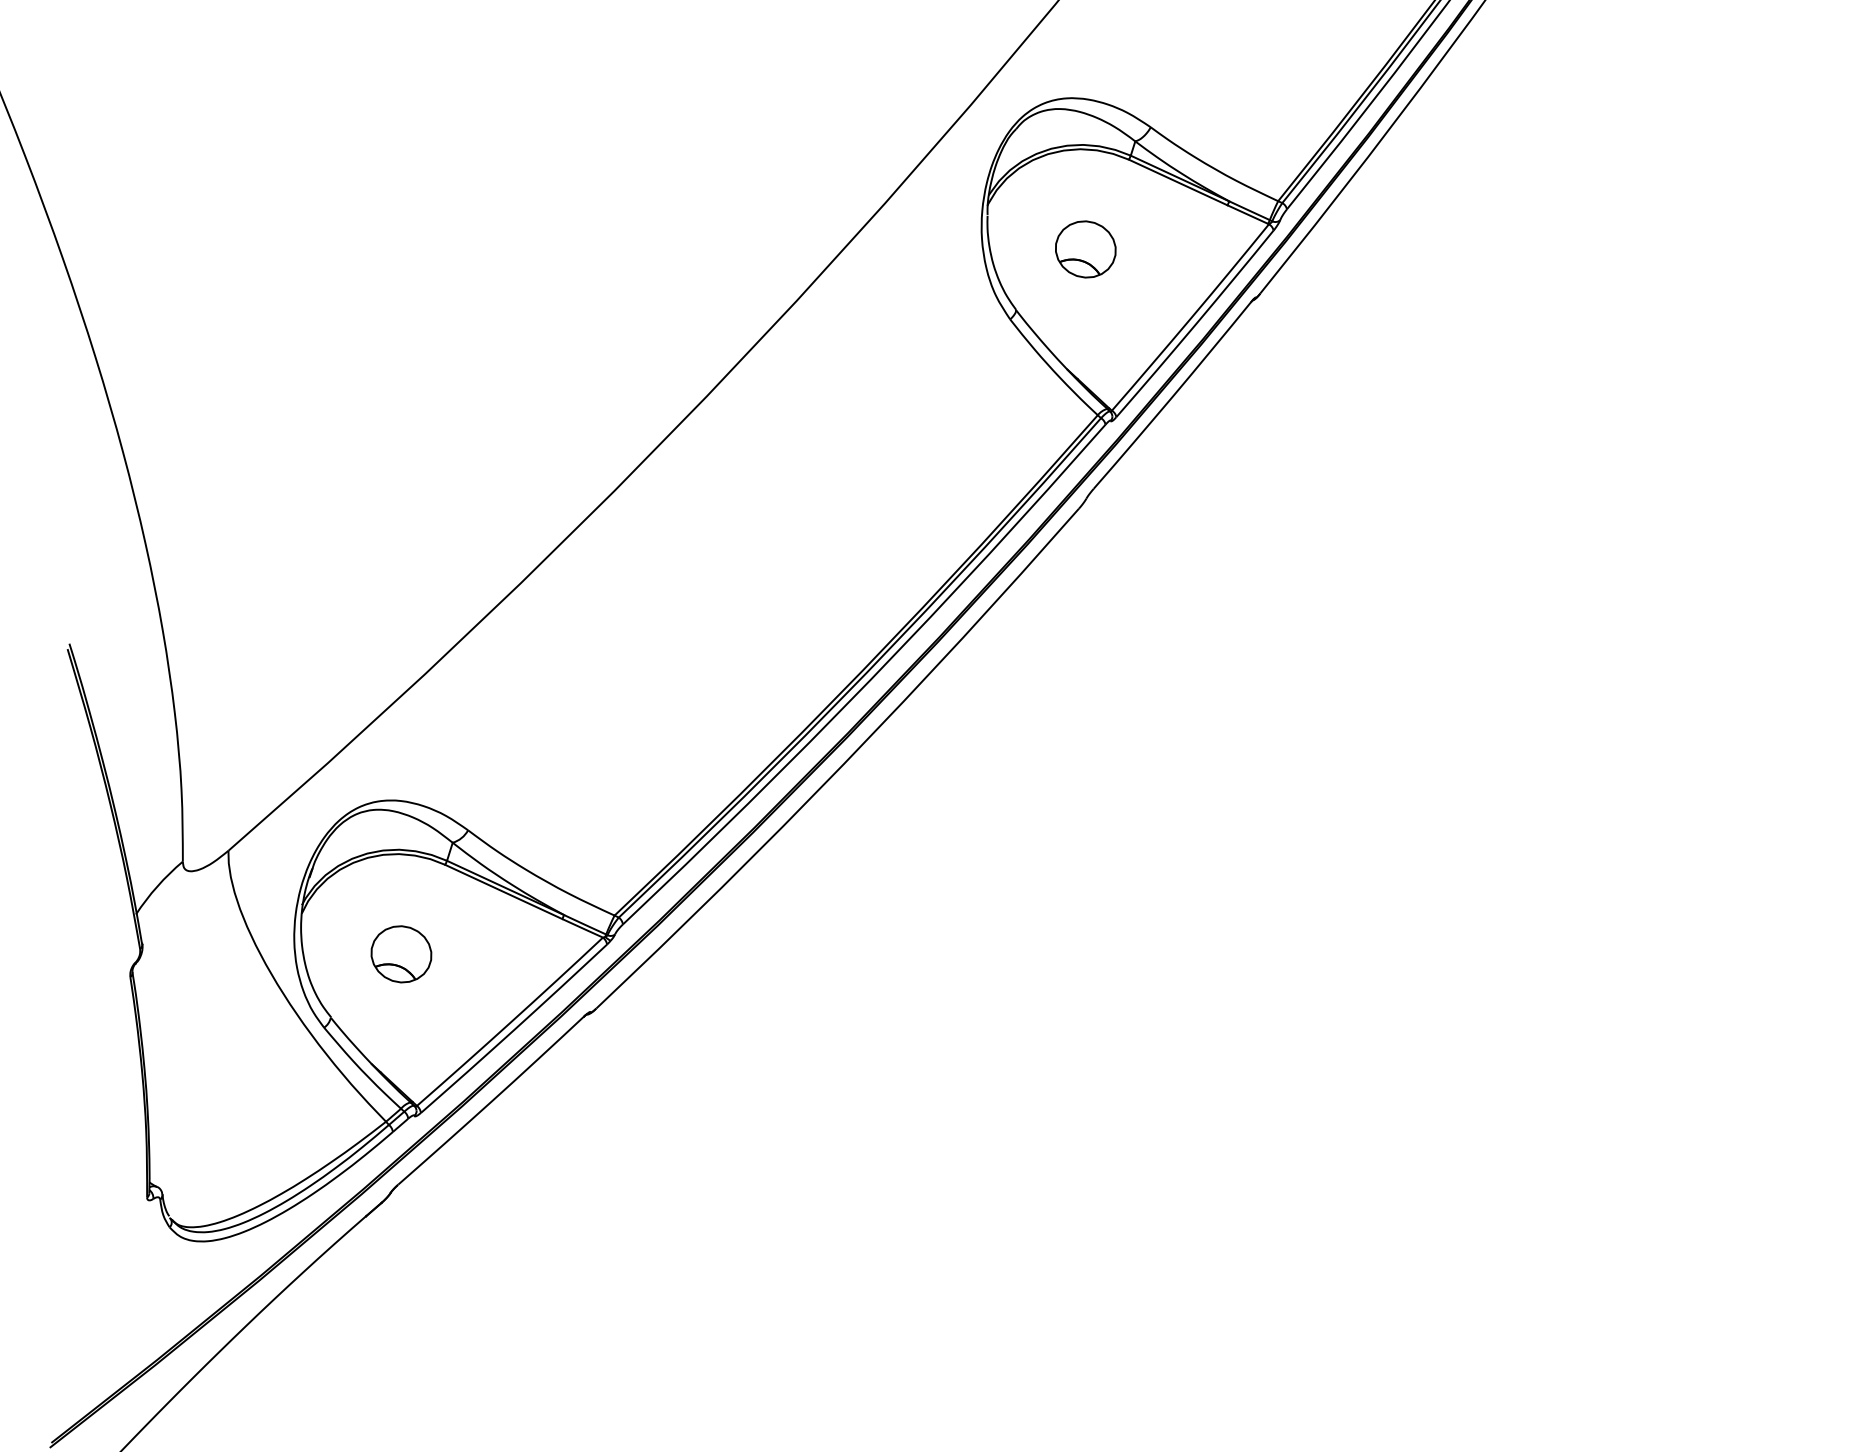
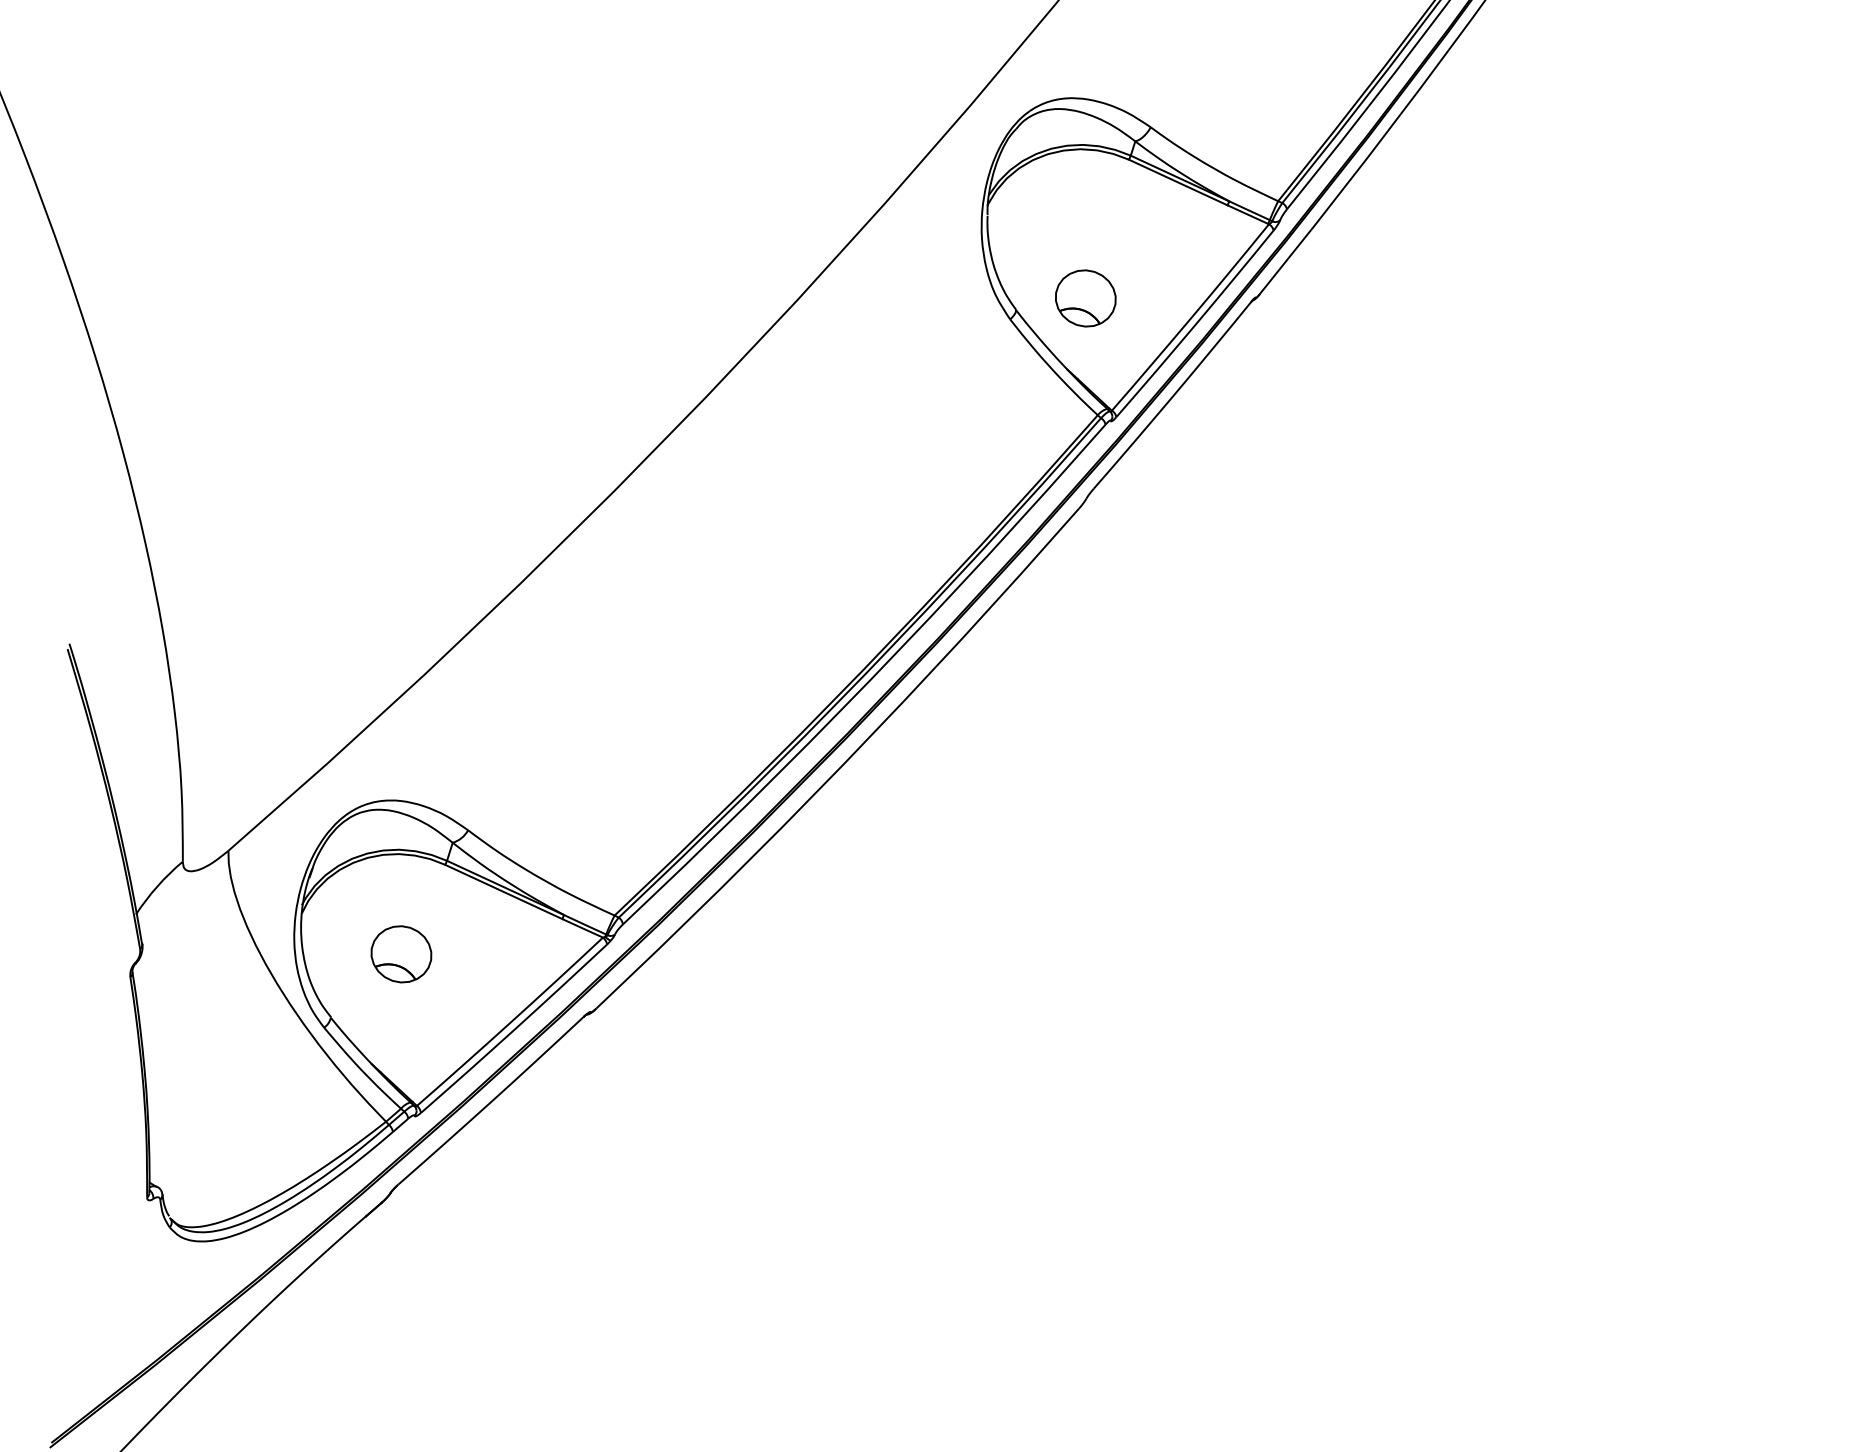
part at (1085, 249) position: (1085, 249) -> (1085, 298)
